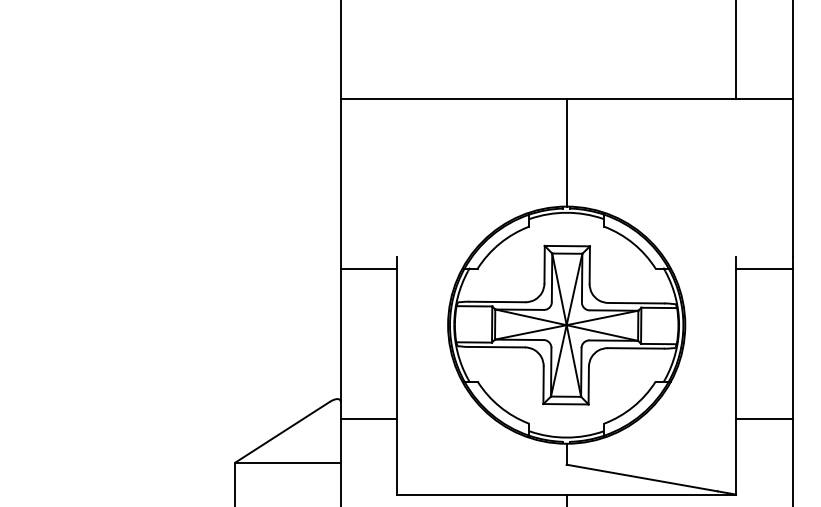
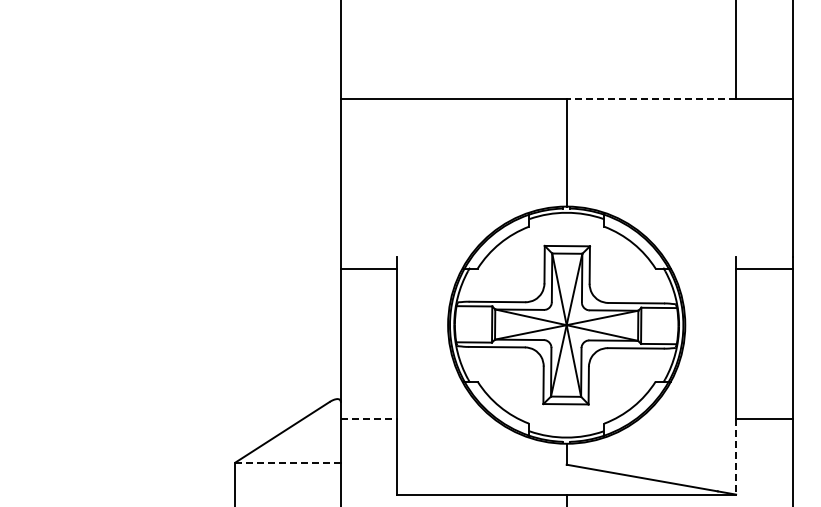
line at (651, 99): solid -> dashed
line at (369, 419): solid -> dashed
line at (736, 456): solid -> dashed
line at (288, 462): solid -> dashed
